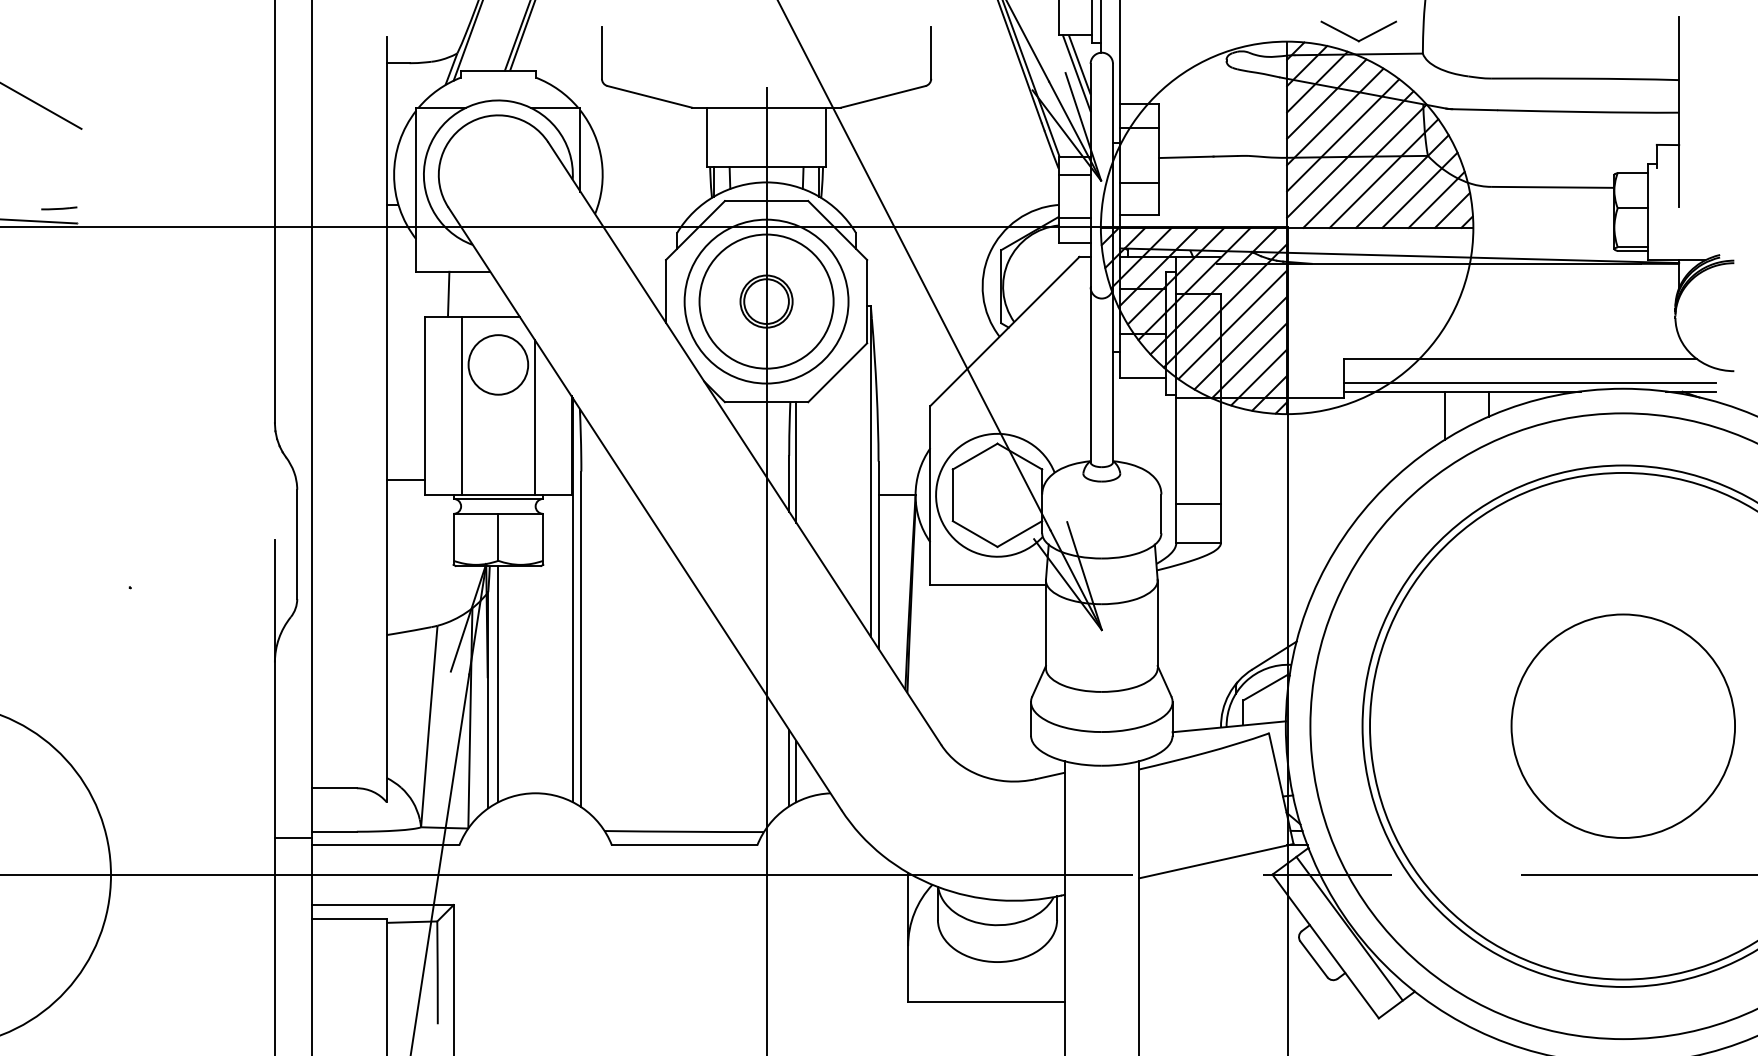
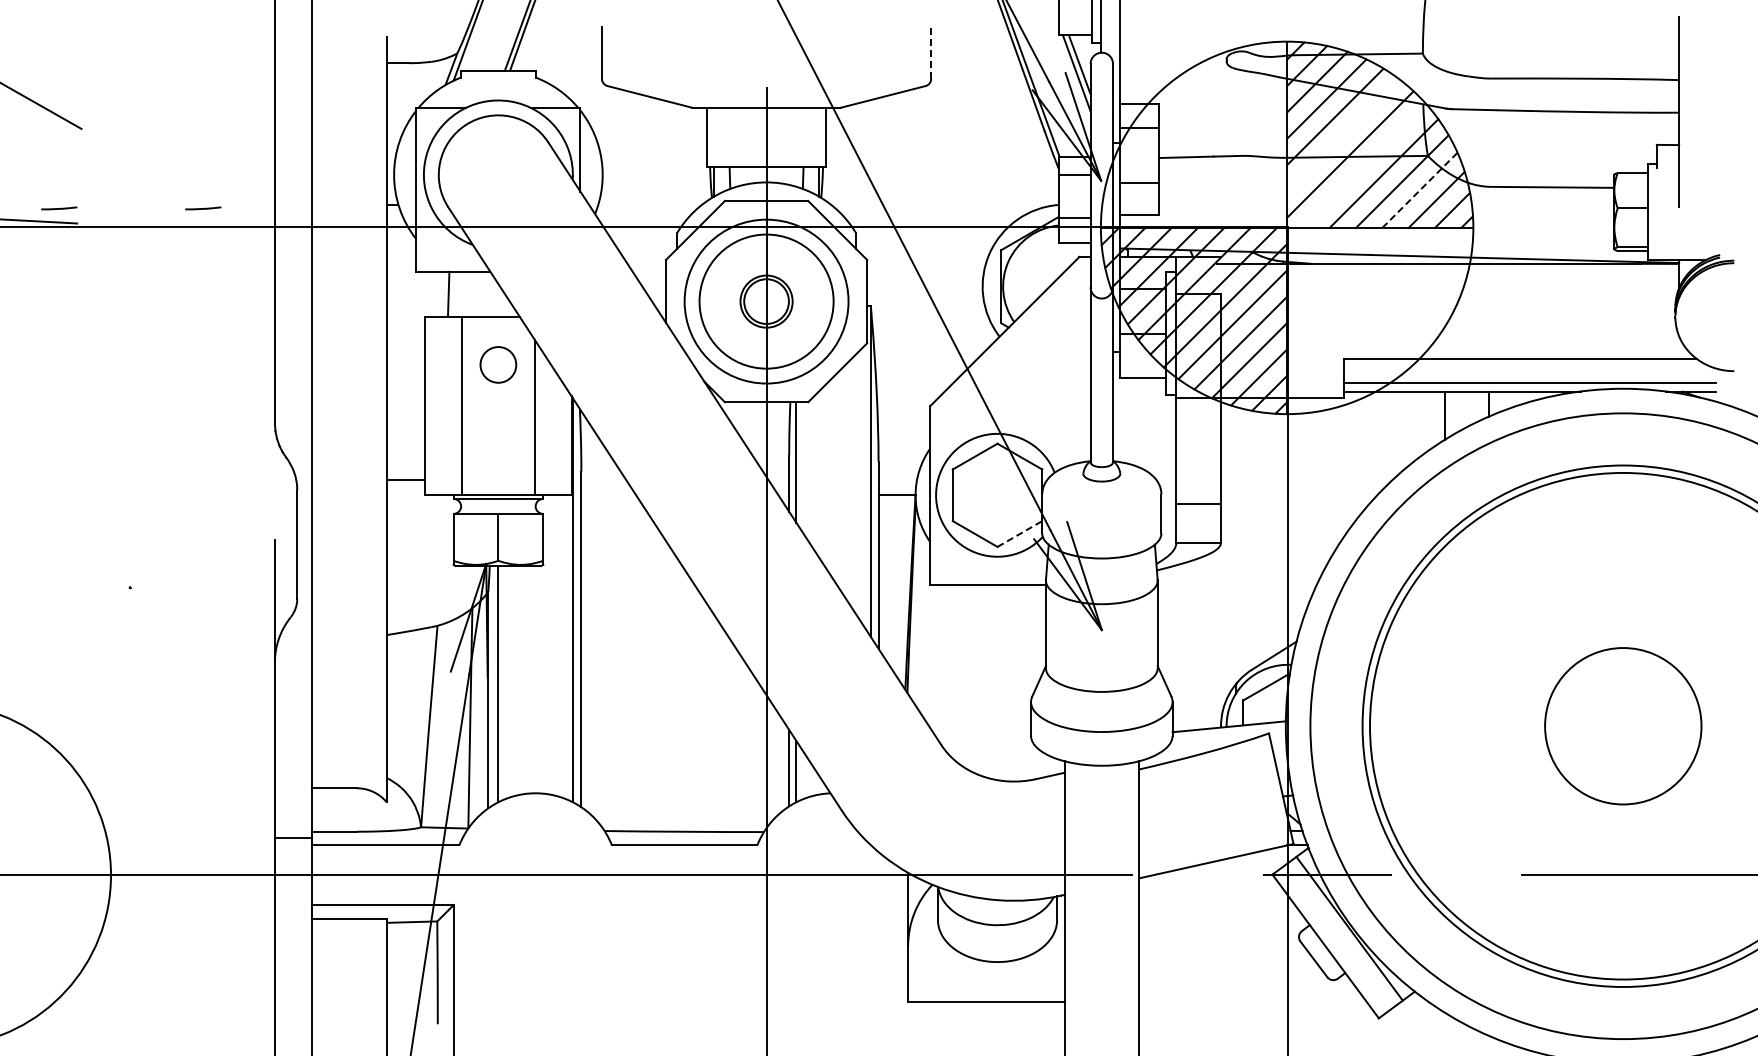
part at (1354, 37): present -> none
line at (931, 53): solid -> dashed
line at (1343, 135): present -> none
line at (1364, 165): present -> none
line at (1420, 189): solid -> dashed
line at (203, 208): none -> present
circle at (498, 364) diameter: 60 px -> 36 px
line at (1019, 534): solid -> dashed
circle at (1623, 725) diameter: 223 px -> 156 px
